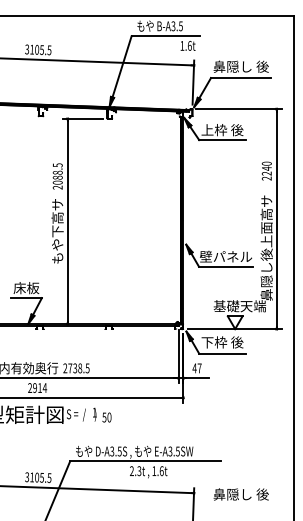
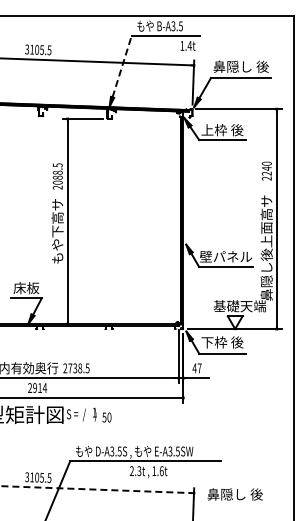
text at (189, 45): 1.6t -> 1.4t
line at (122, 66): solid -> dashed
line at (95, 489): solid -> dashed
text at (240, 494) position: (240, 494) -> (234, 494)
